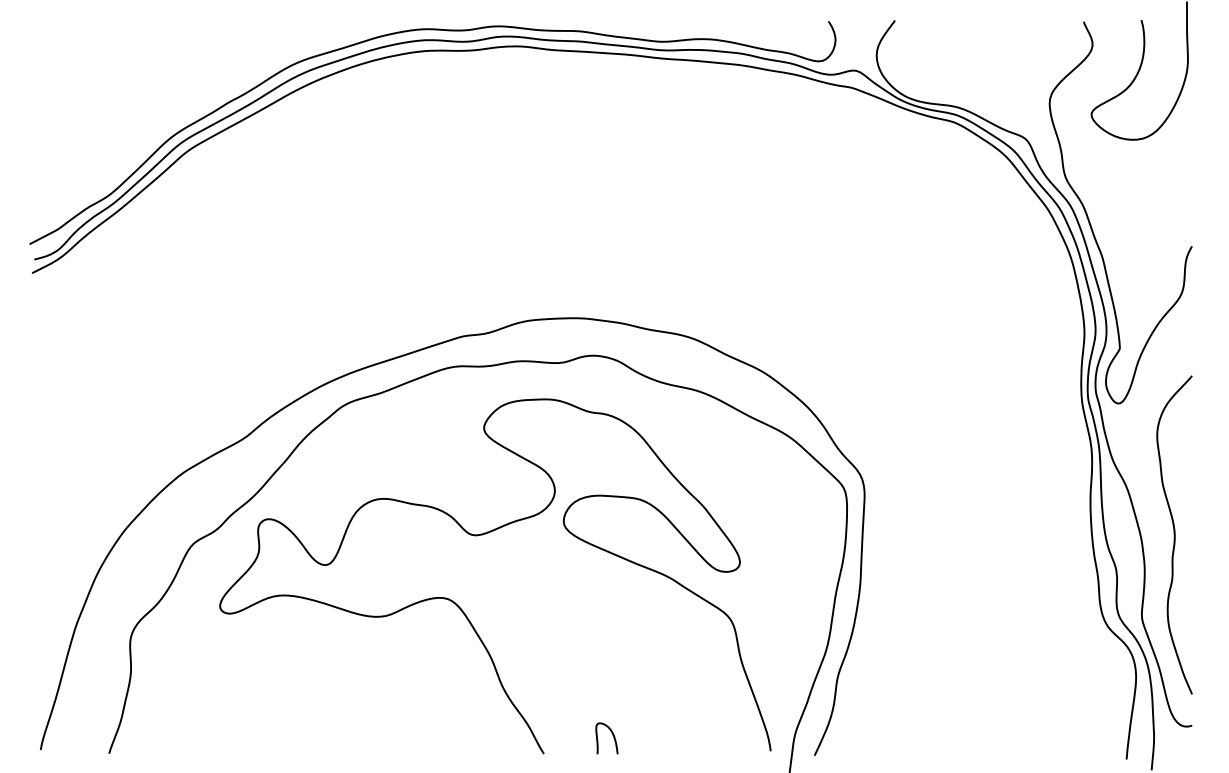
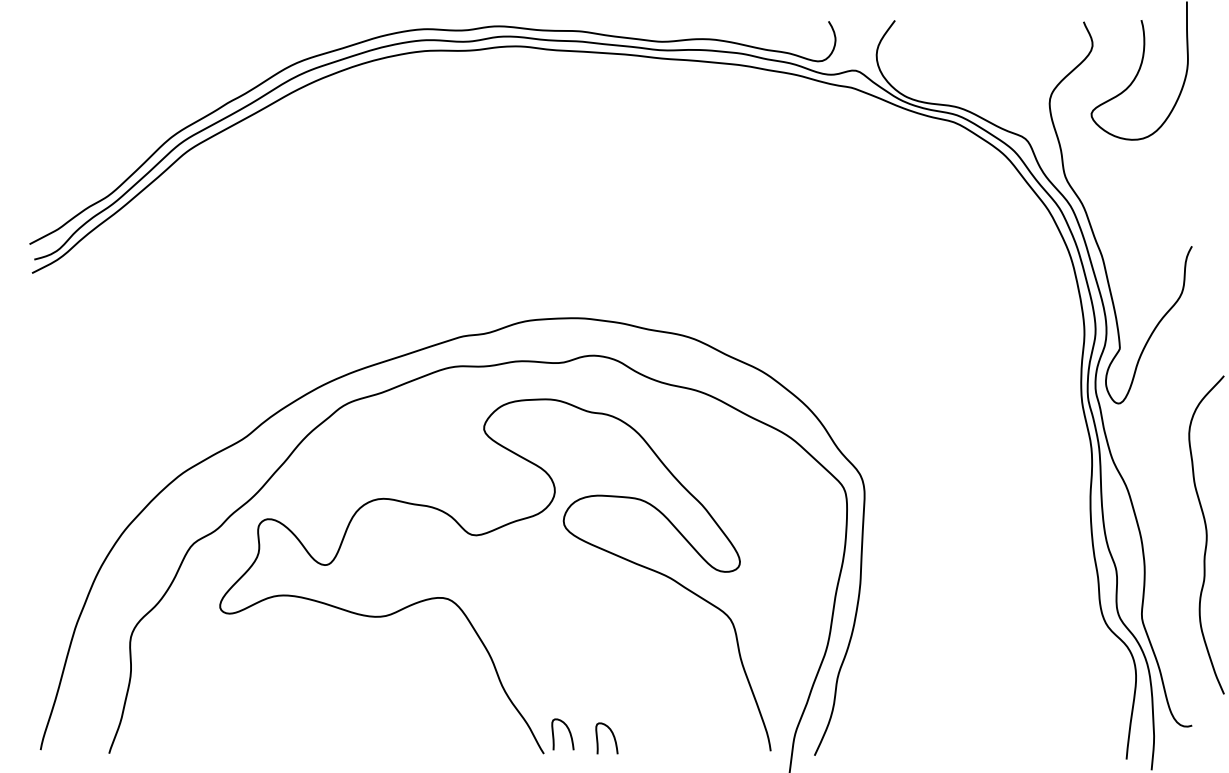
curve at (1174, 534) position: (1174, 534) -> (1206, 534)
curve at (568, 731): none -> present
